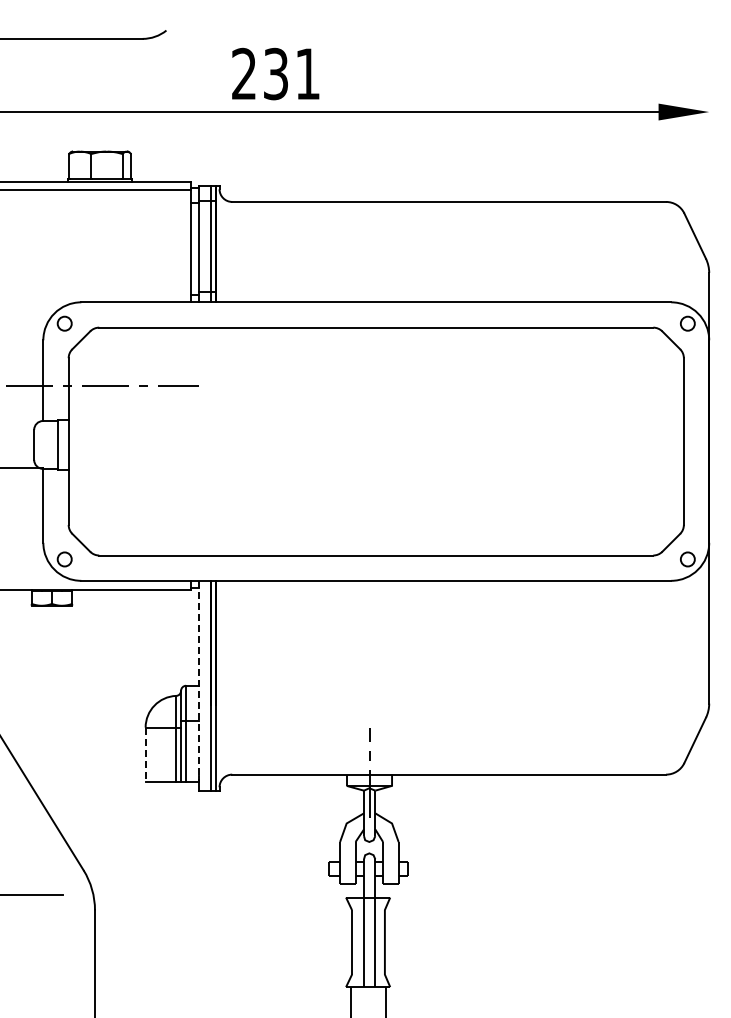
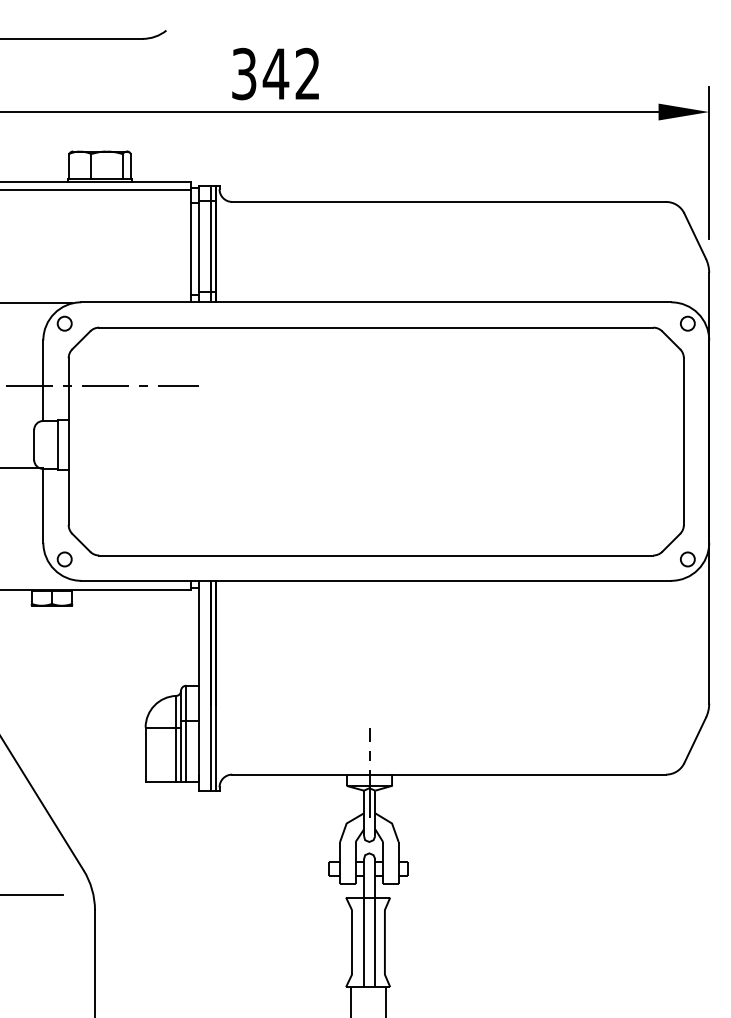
text at (275, 73): 231 -> 342
line at (709, 162): none -> present
line at (36, 303): none -> present
line at (198, 681): dashed -> solid
line at (145, 755): dashed -> solid
